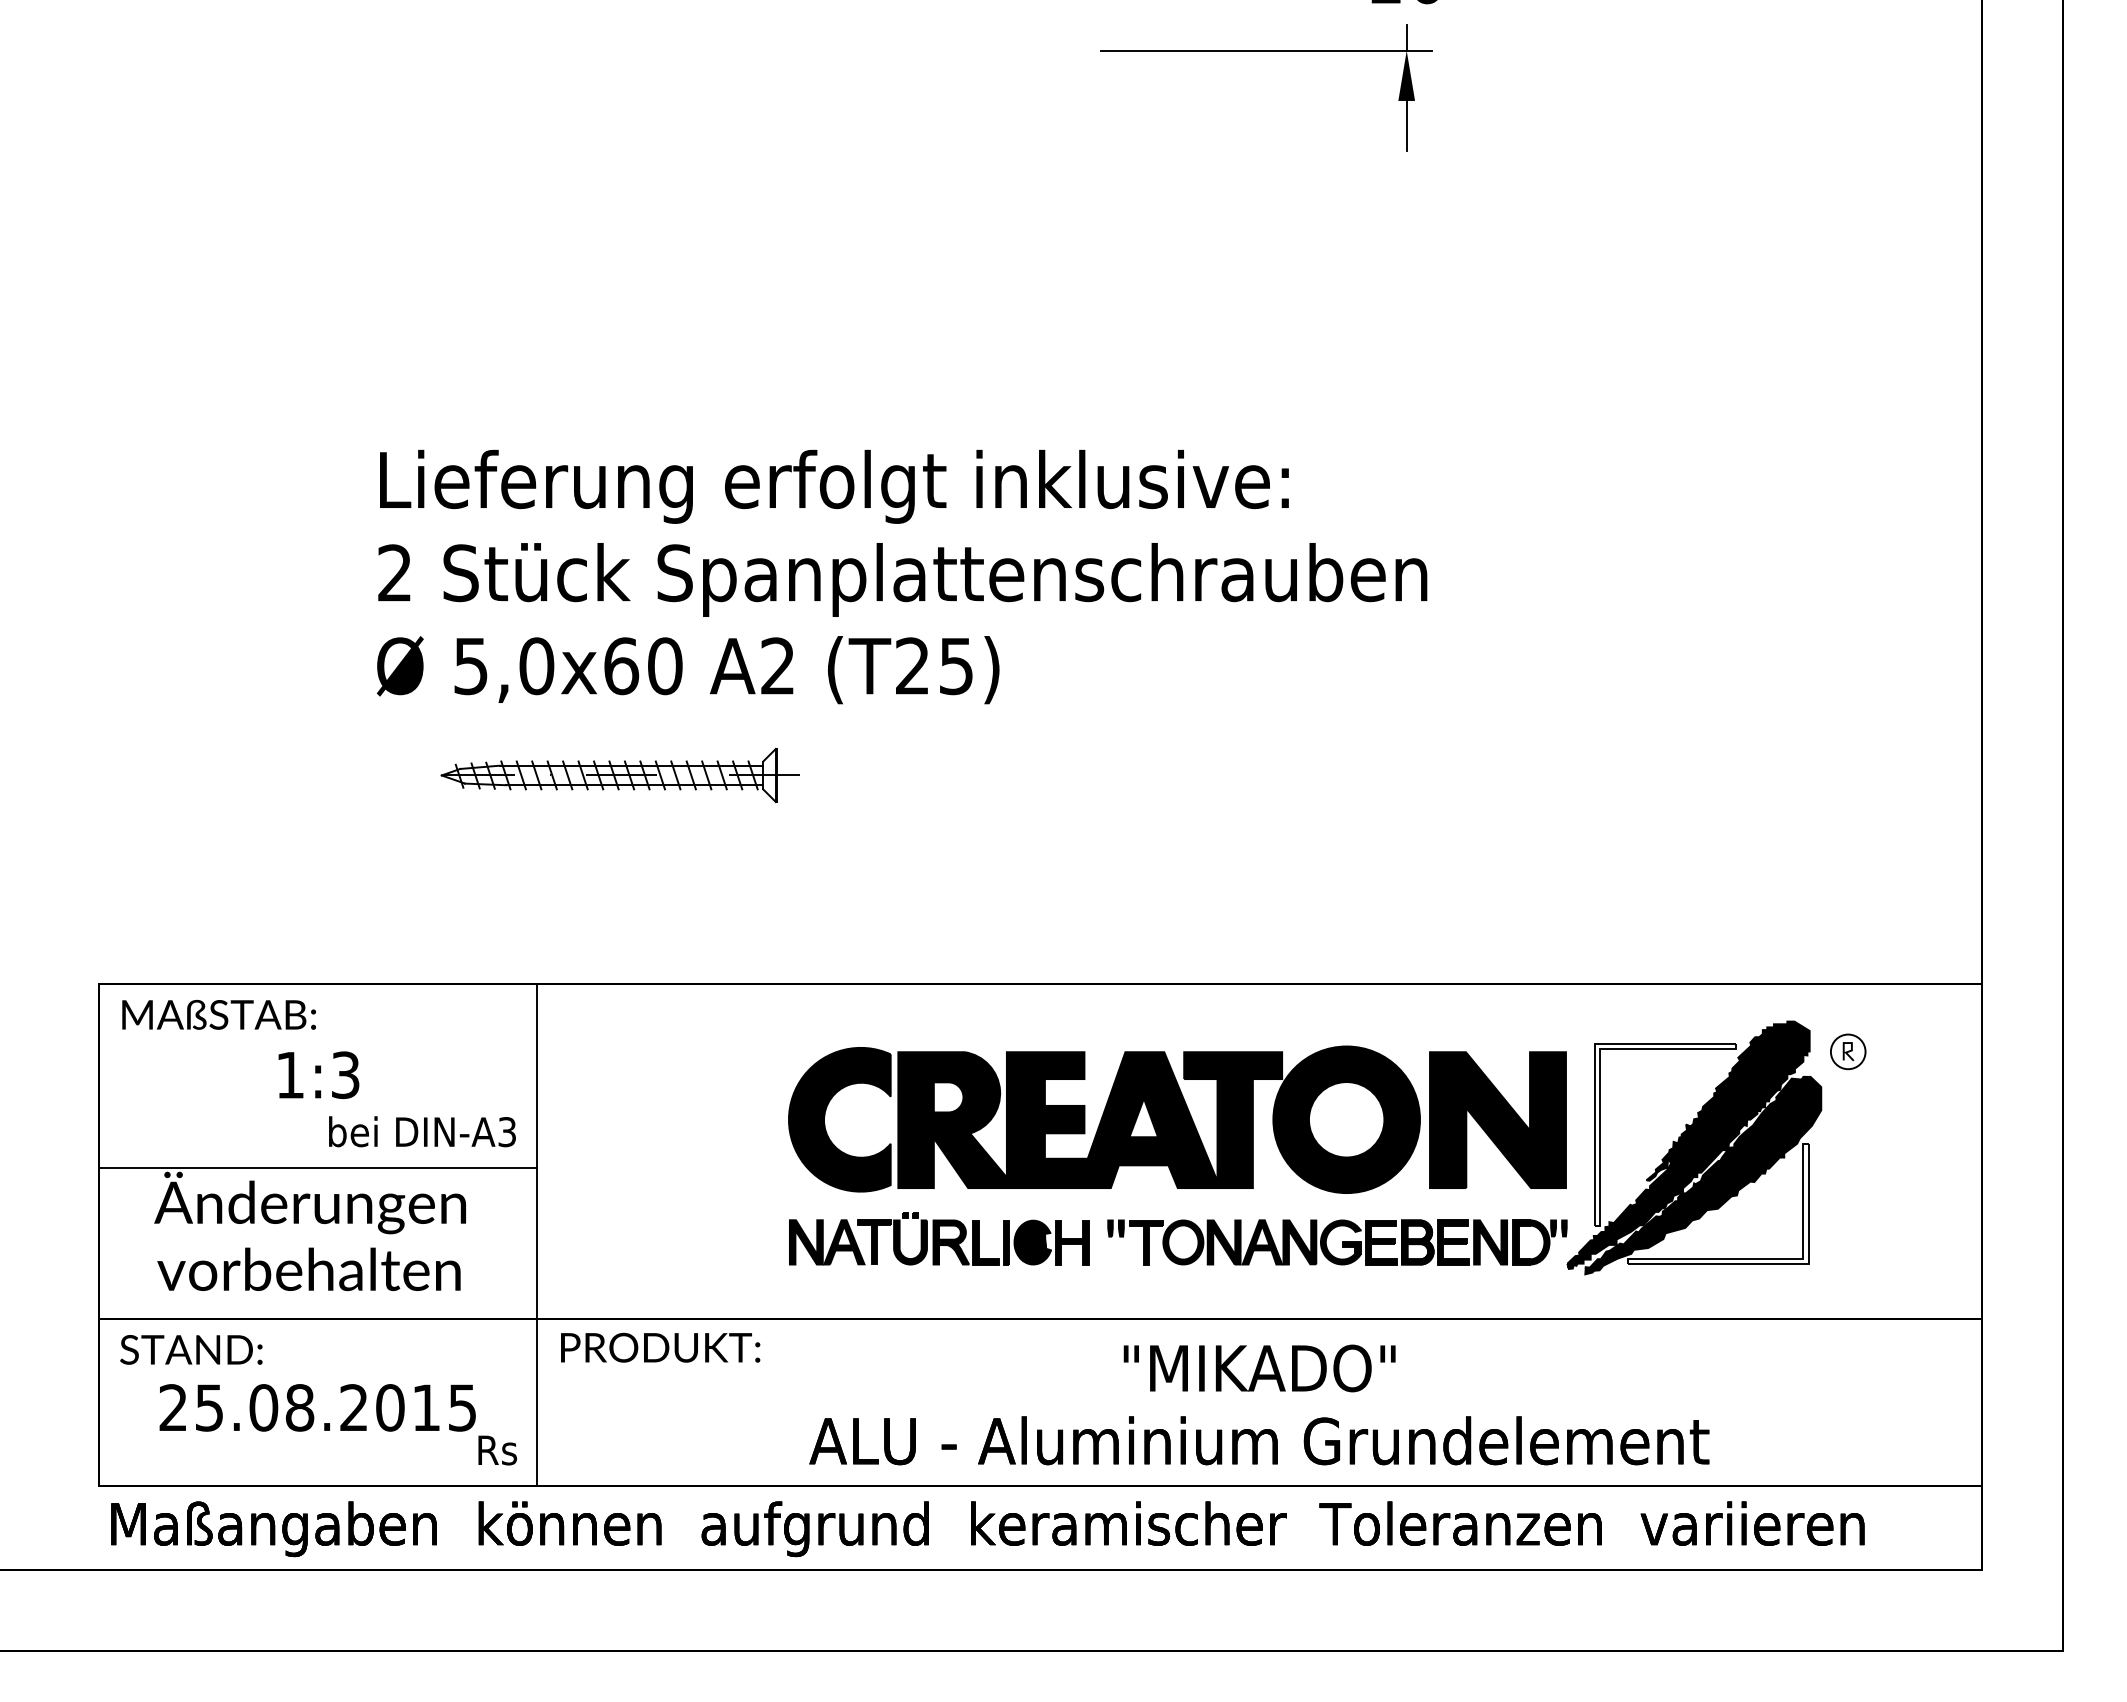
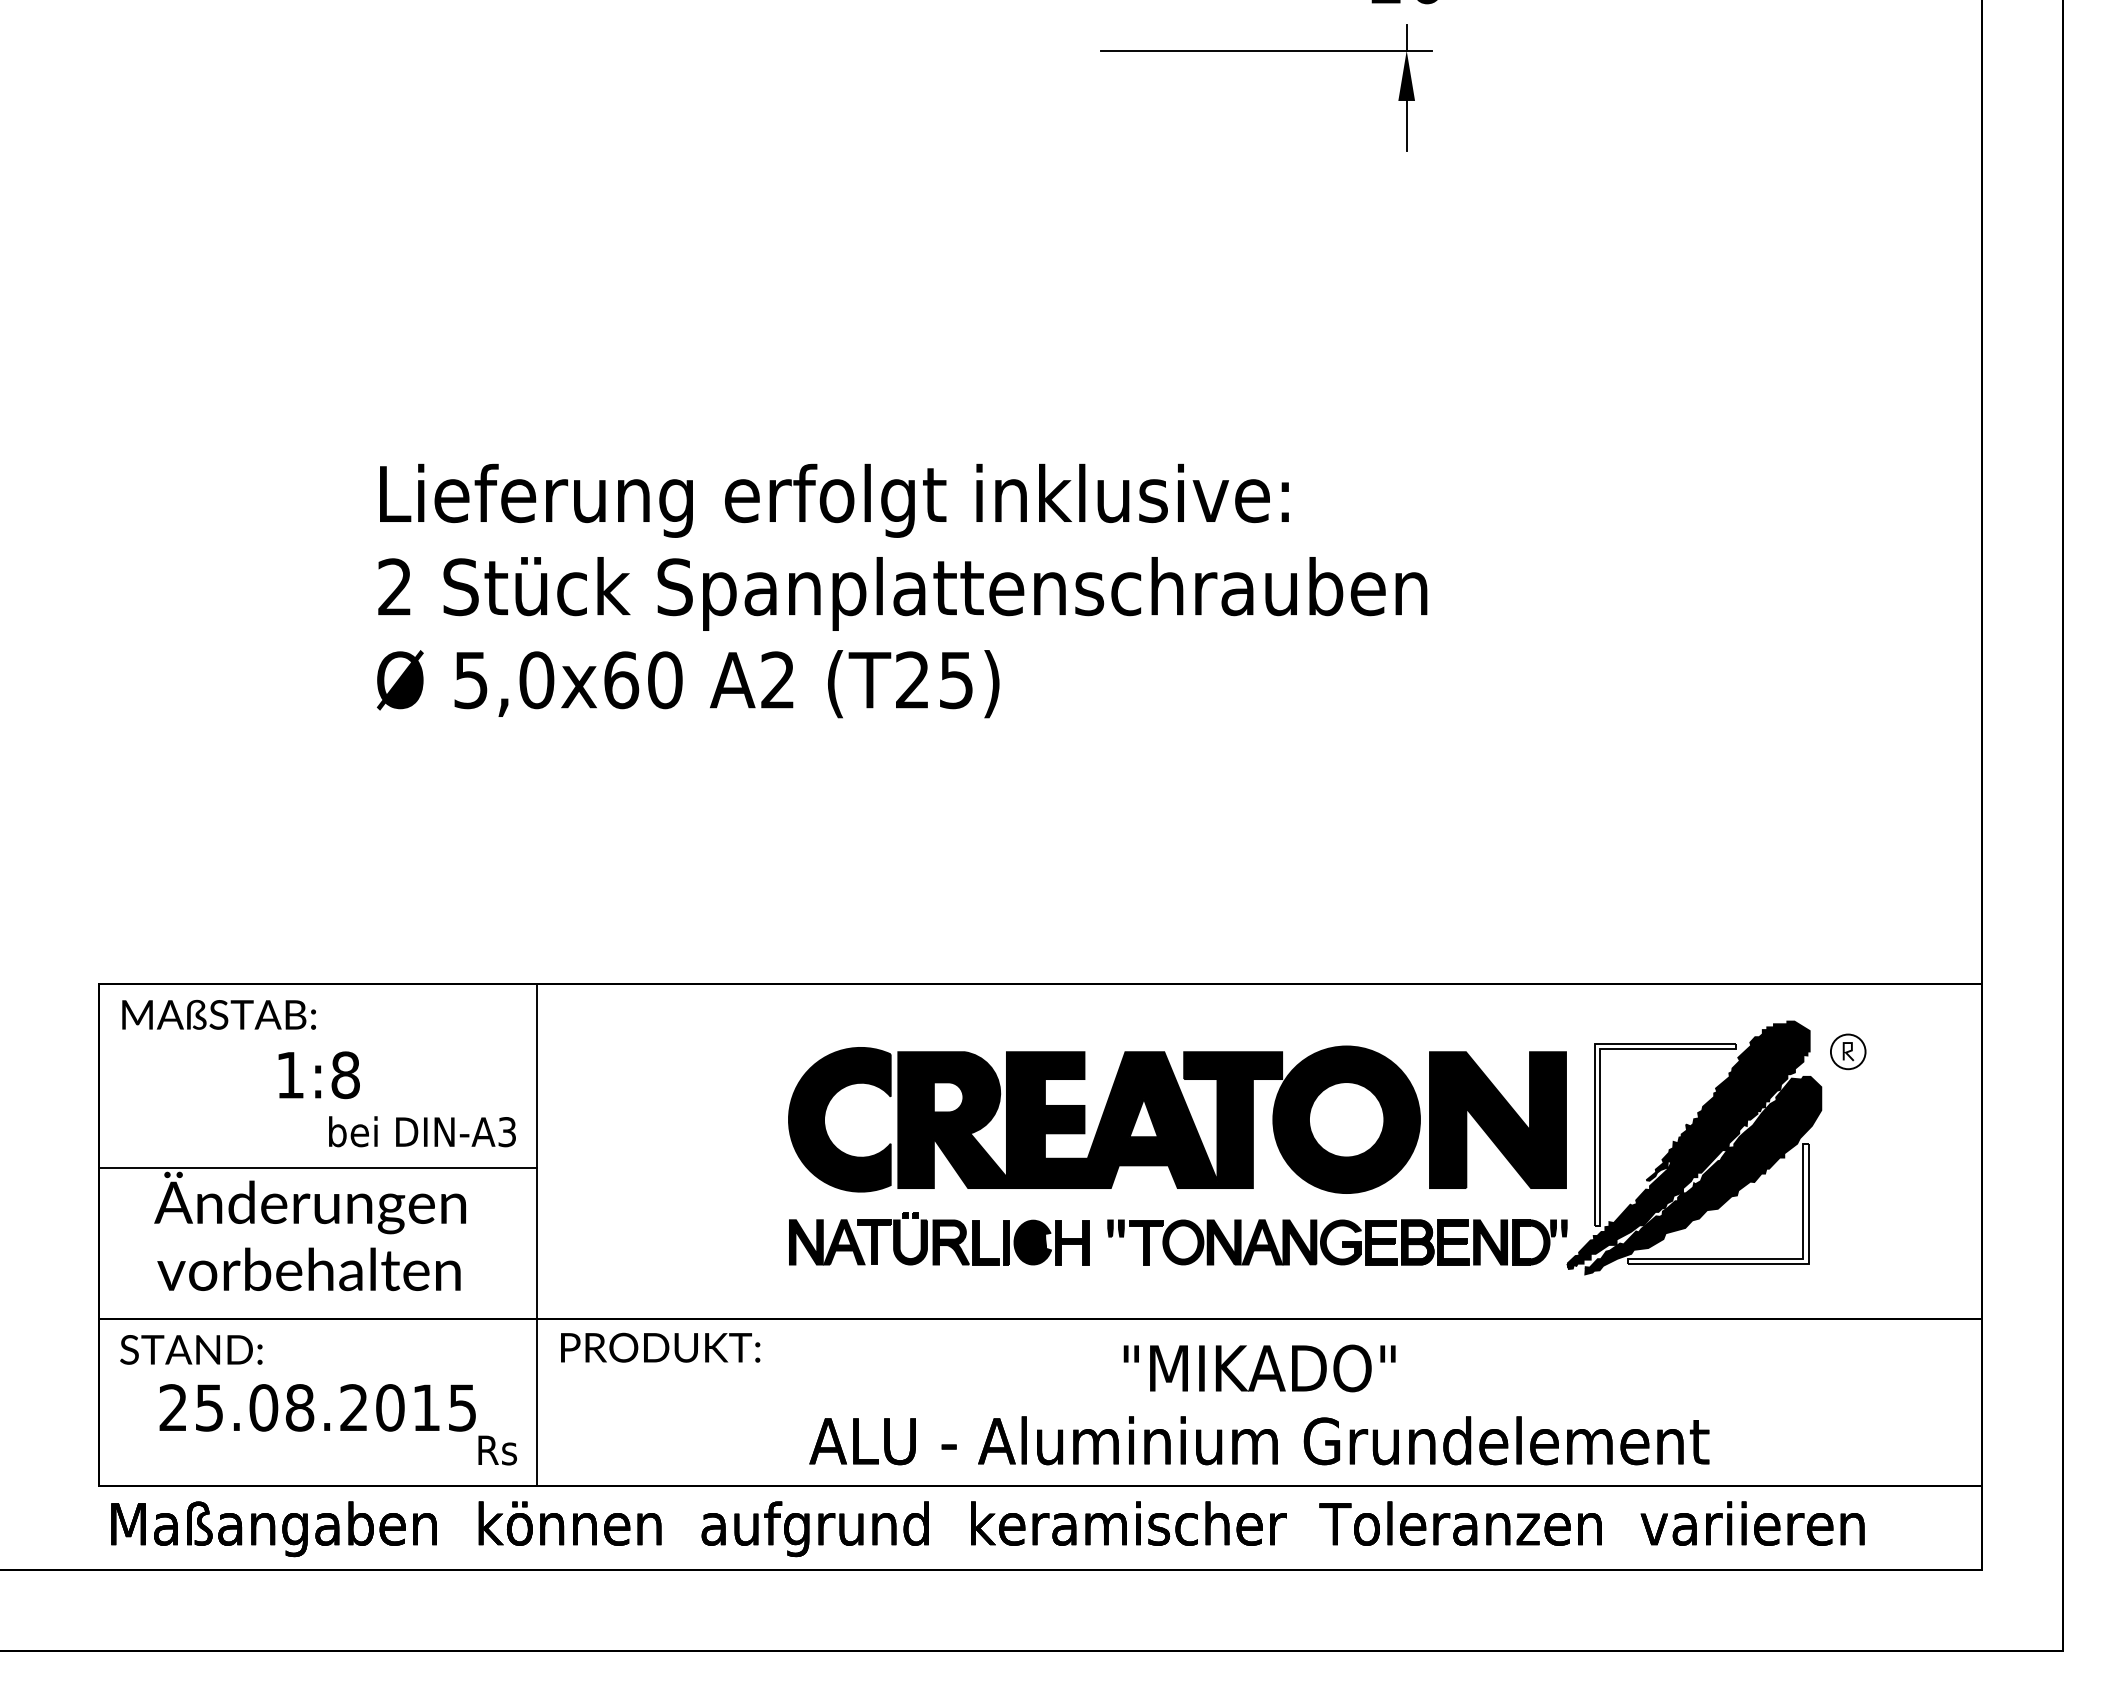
text at (902, 576) position: (902, 576) -> (902, 590)
part at (619, 774): present -> none
text at (345, 1075): 1:3 -> 1:8
